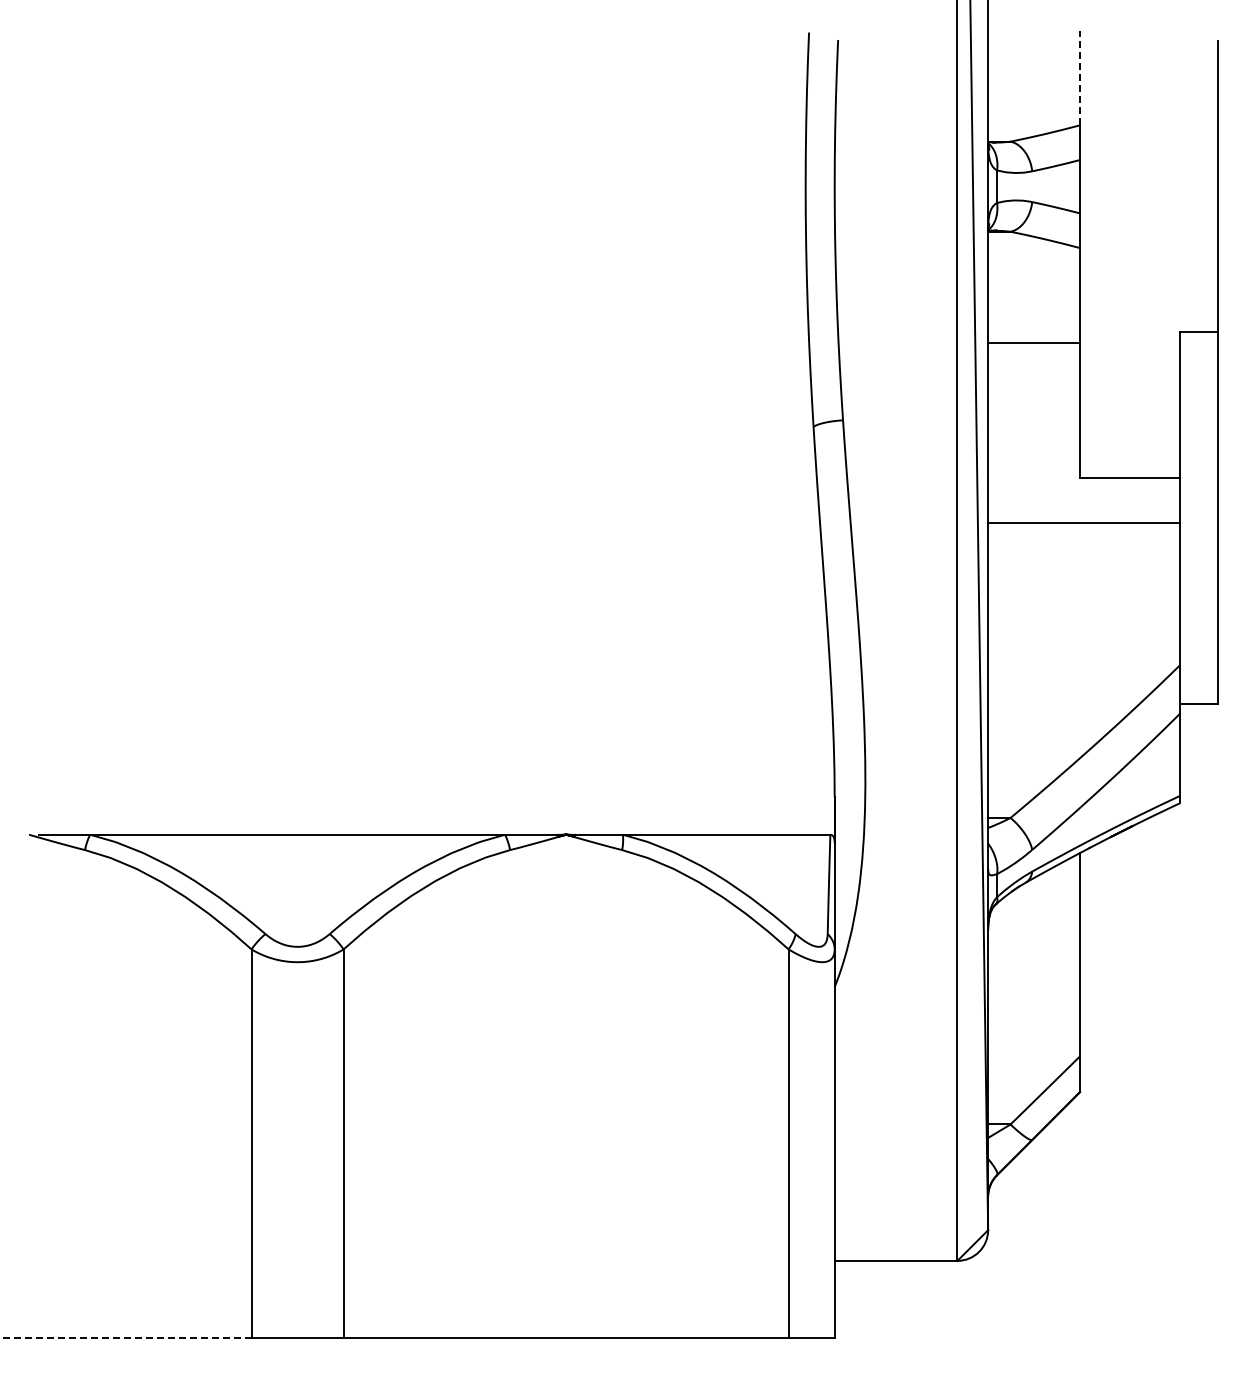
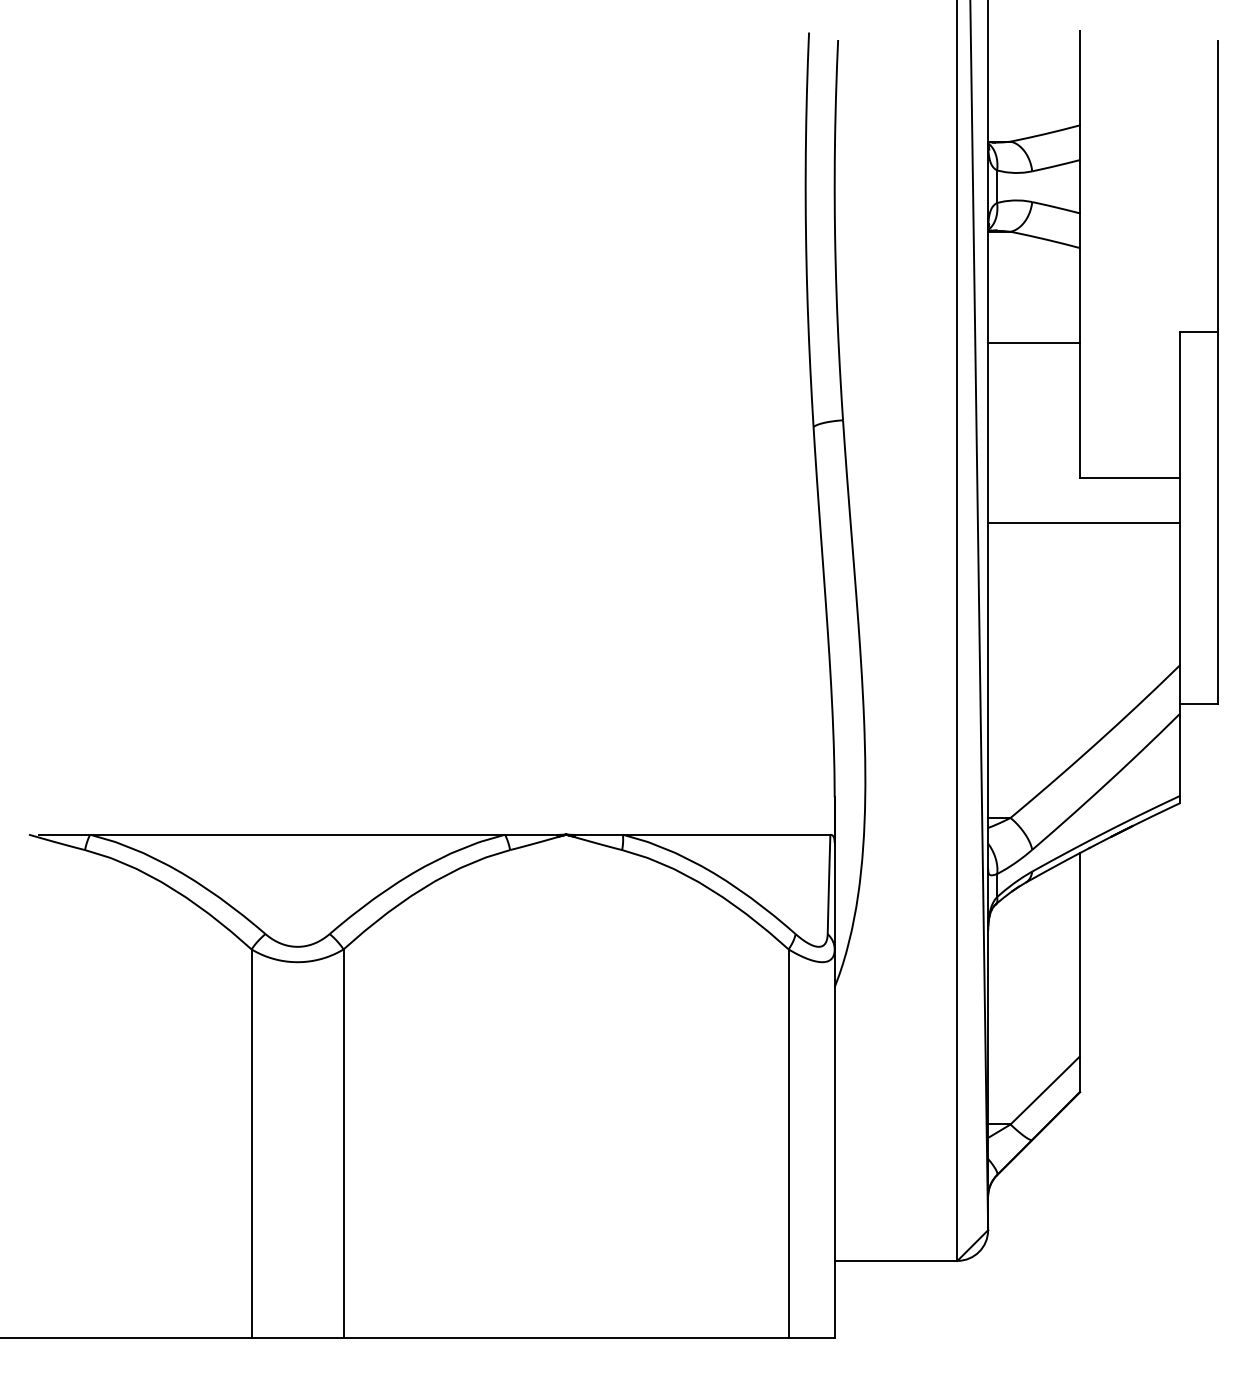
line at (1080, 77): dashed -> solid
line at (125, 1337): dashed -> solid
